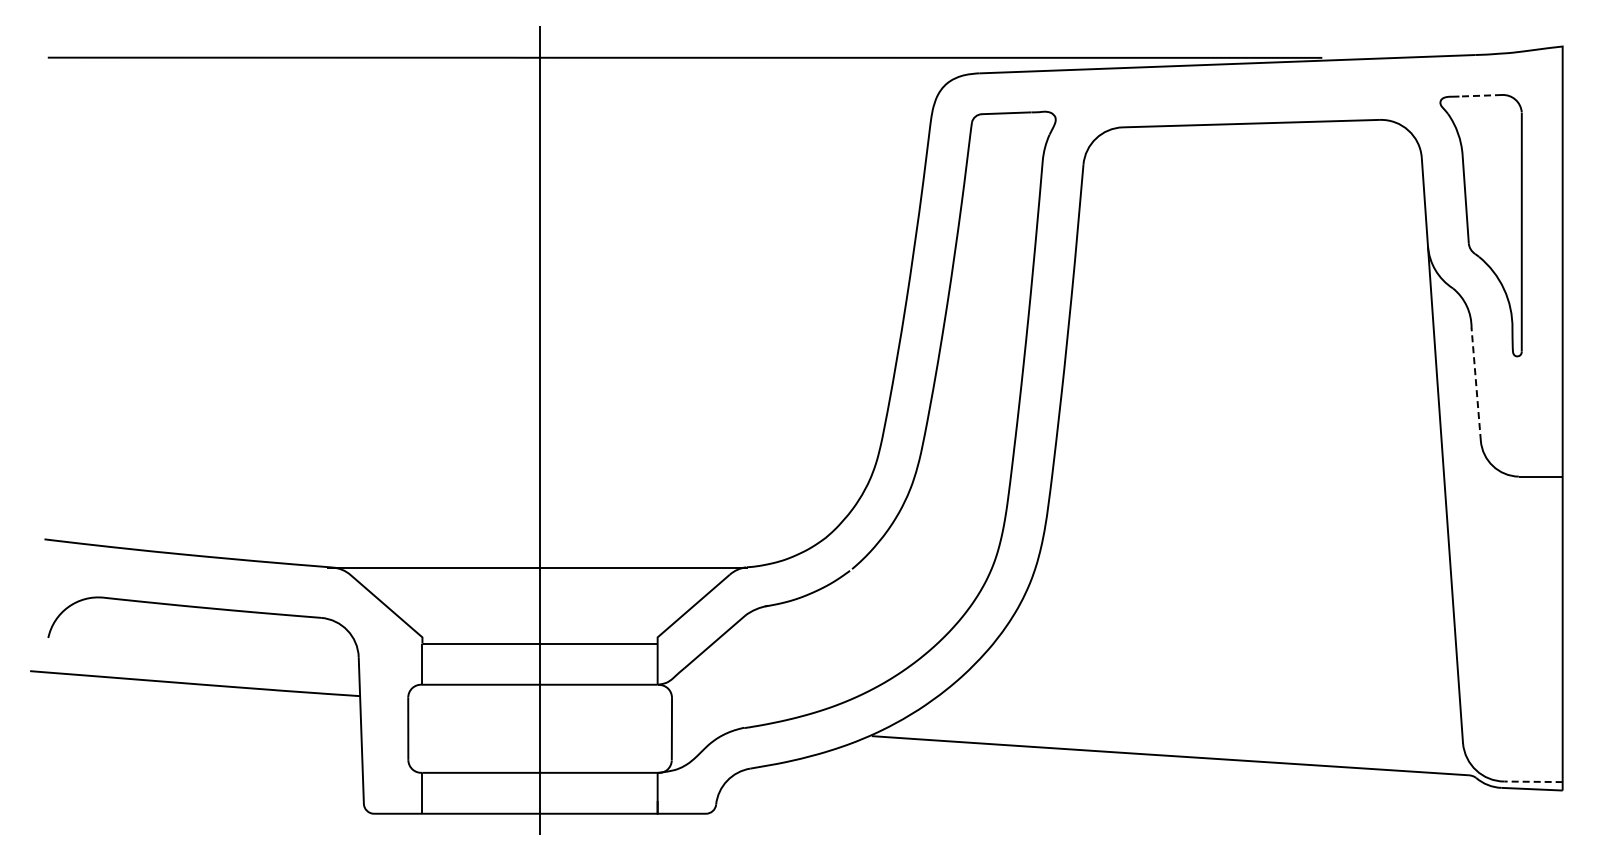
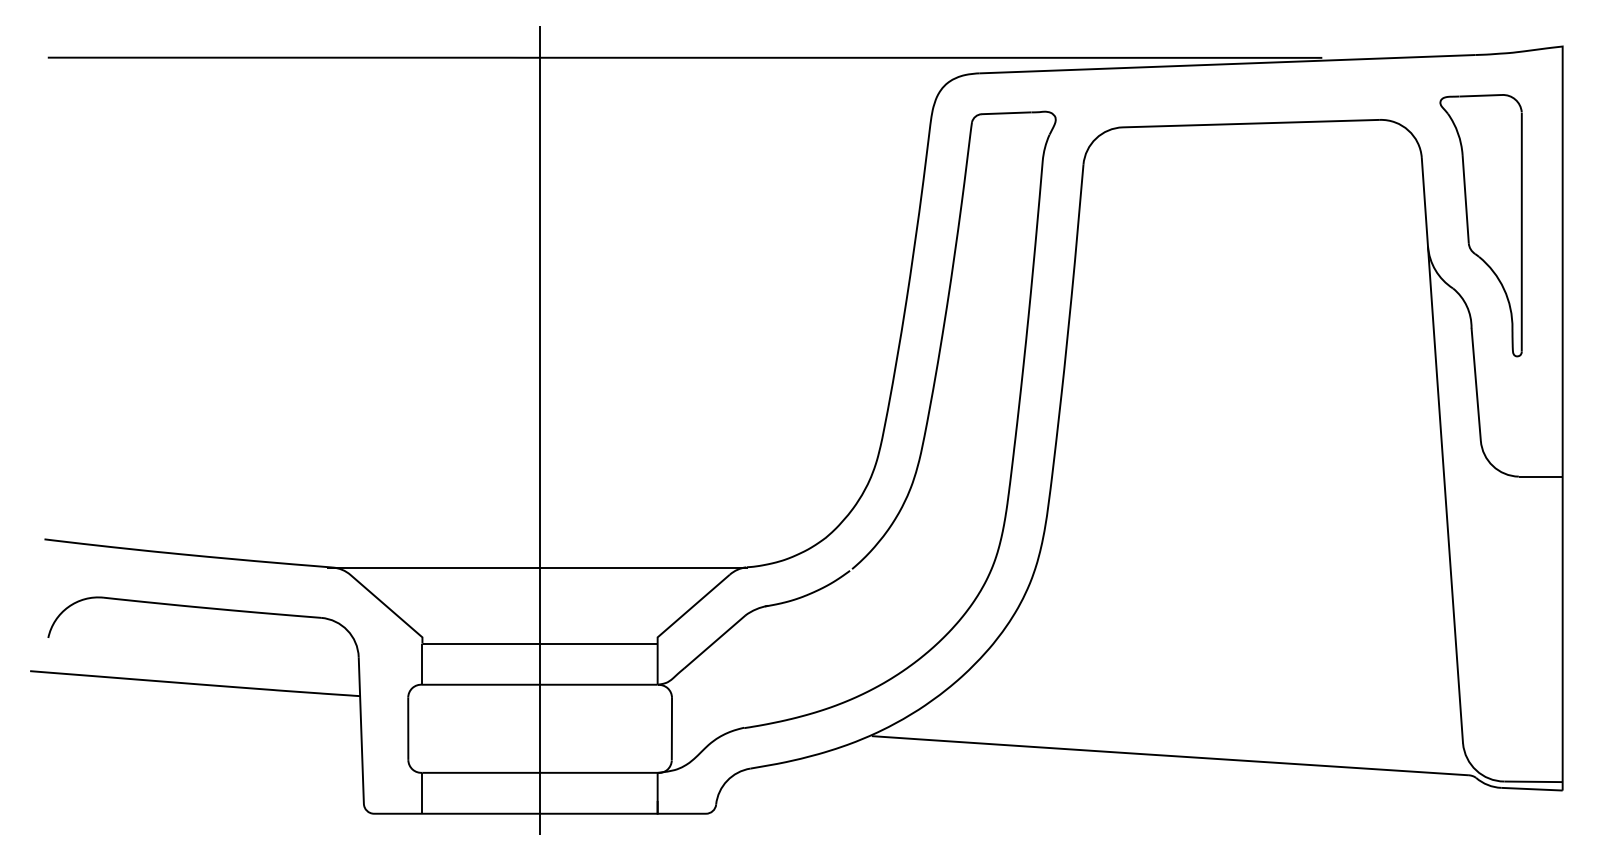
line at (1480, 95): dashed -> solid
line at (1476, 384): dashed -> solid
line at (1533, 781): dashed -> solid
